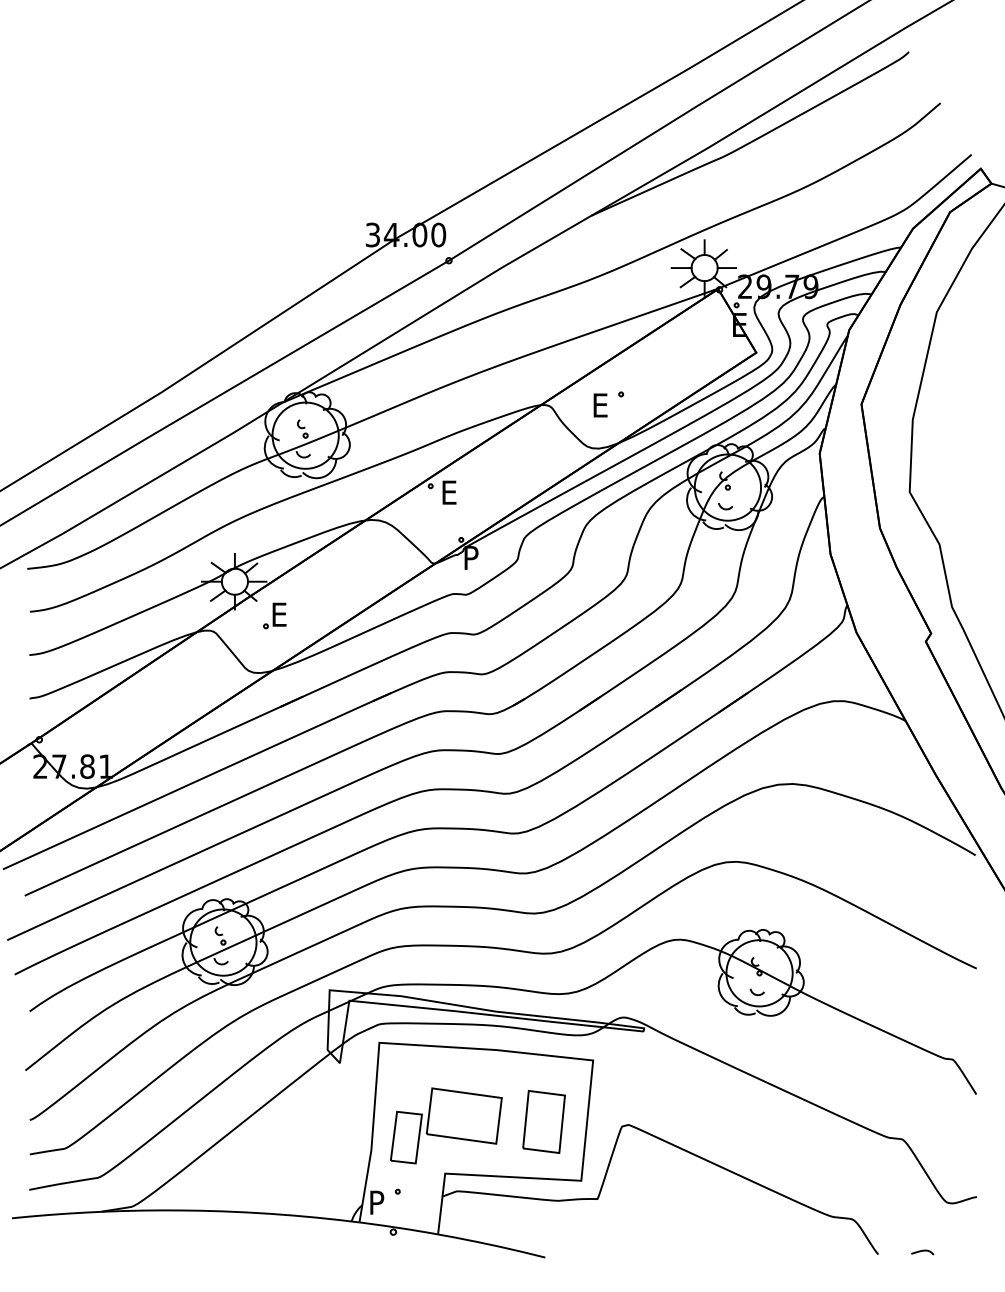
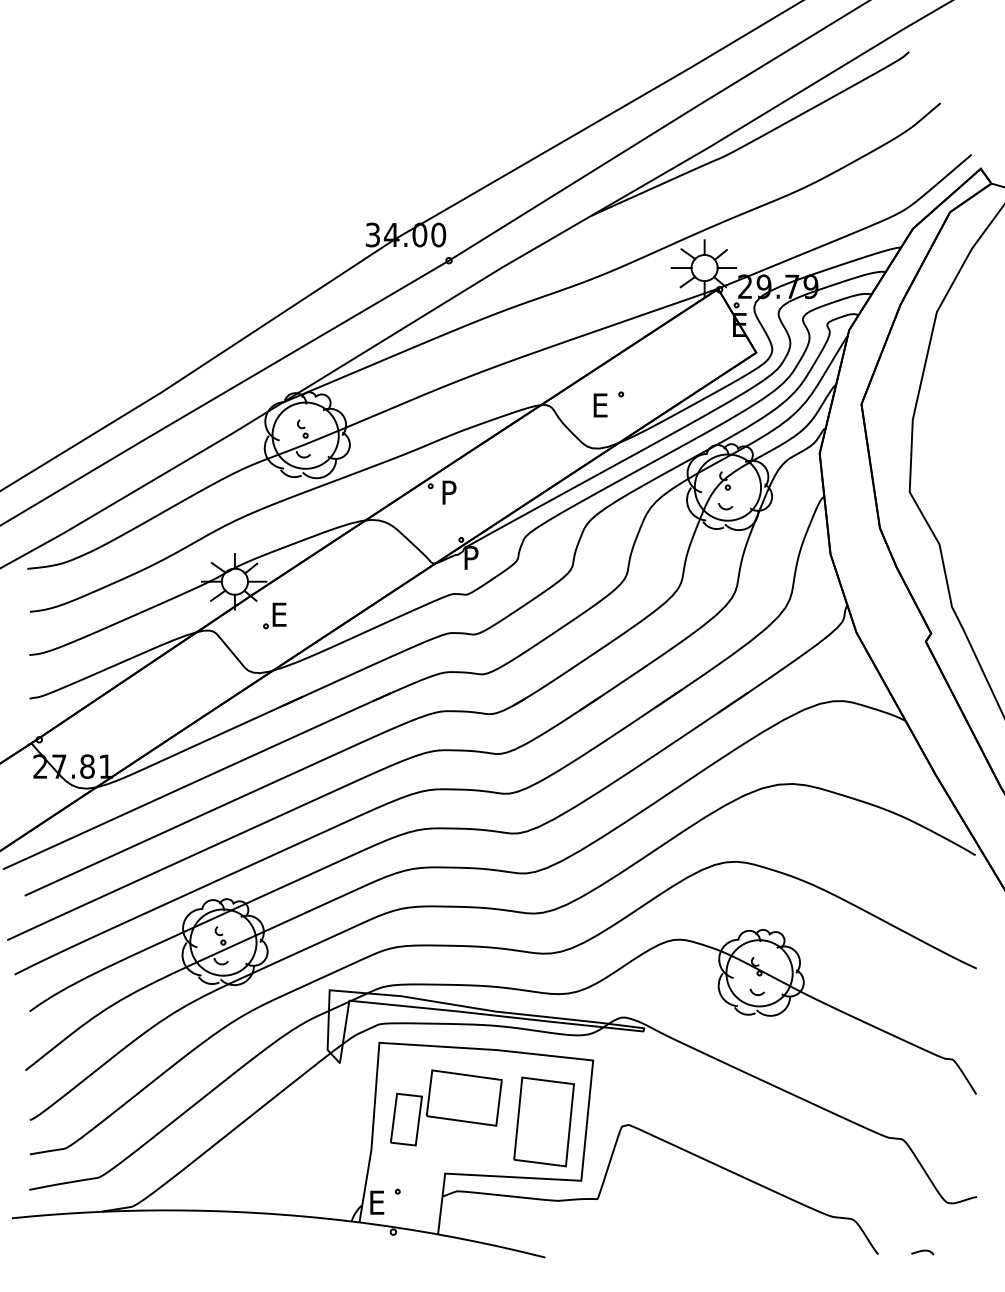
text at (450, 492): E -> P
part at (543, 1121) size: 44x64 px -> 62x92 px
part at (446, 1125) position: (446, 1125) -> (446, 1107)
text at (378, 1202): P -> E
